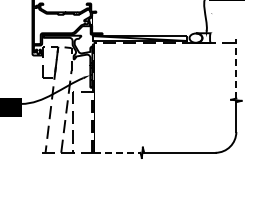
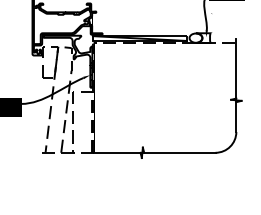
line at (236, 68): dashed -> solid
line at (118, 152): dashed -> solid
